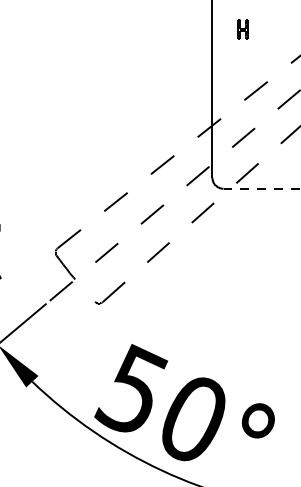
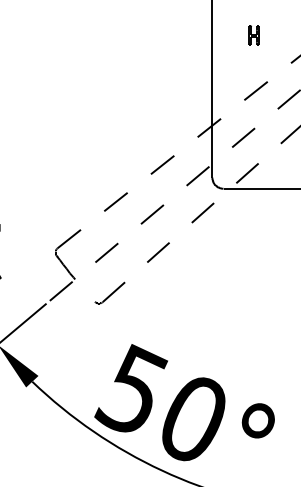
part at (242, 29) position: (242, 29) -> (253, 35)
line at (262, 188): dashed -> solid
